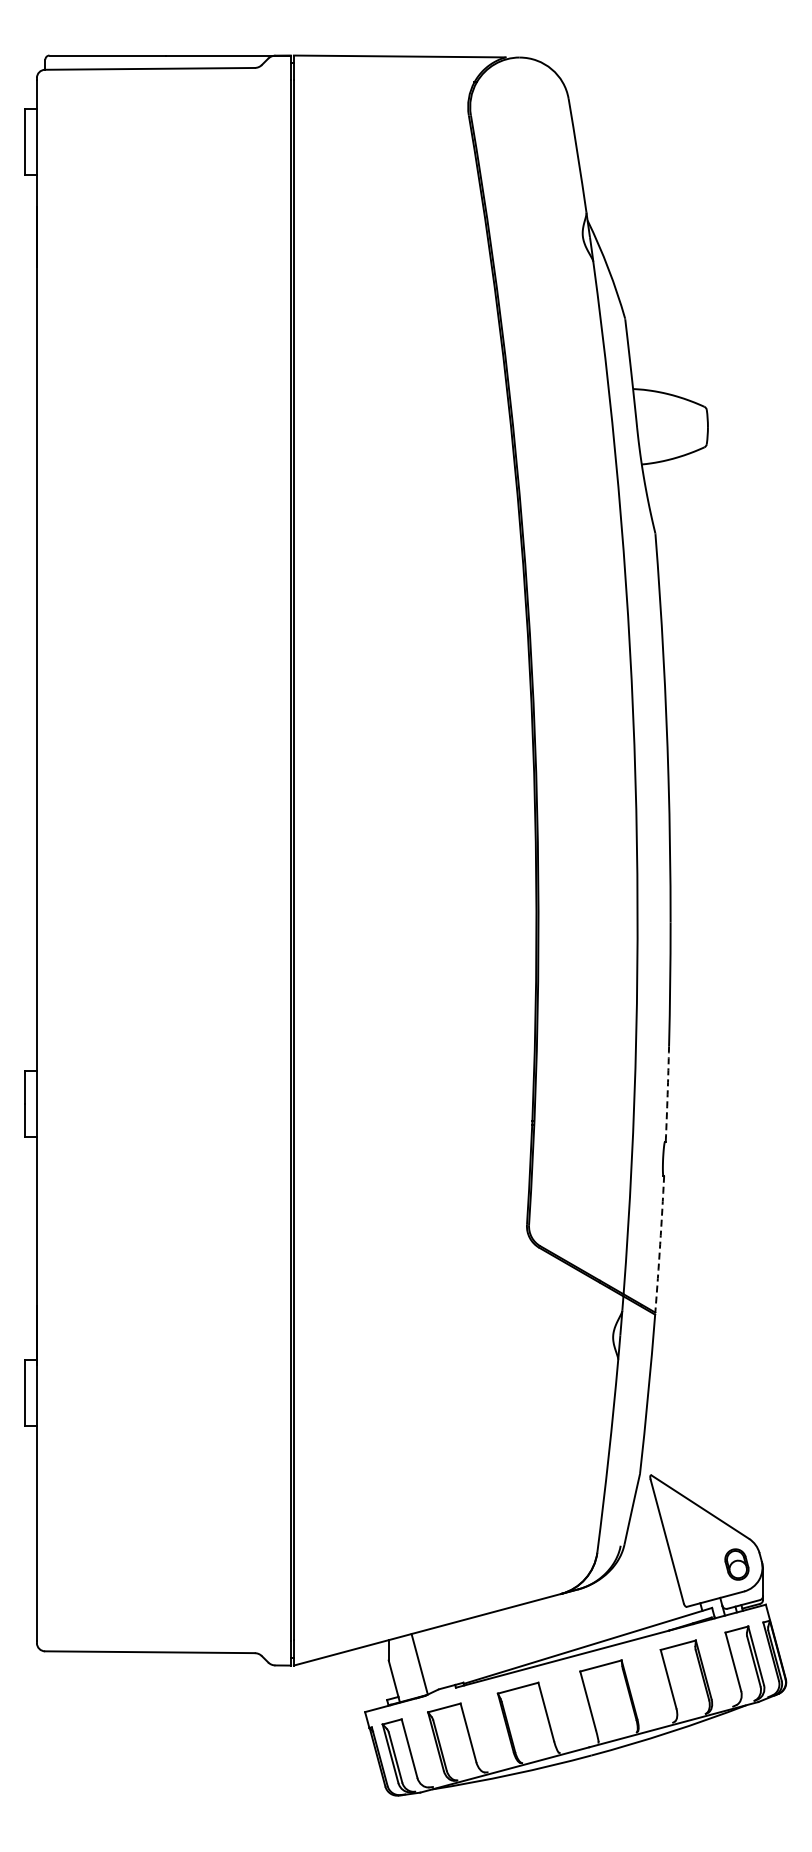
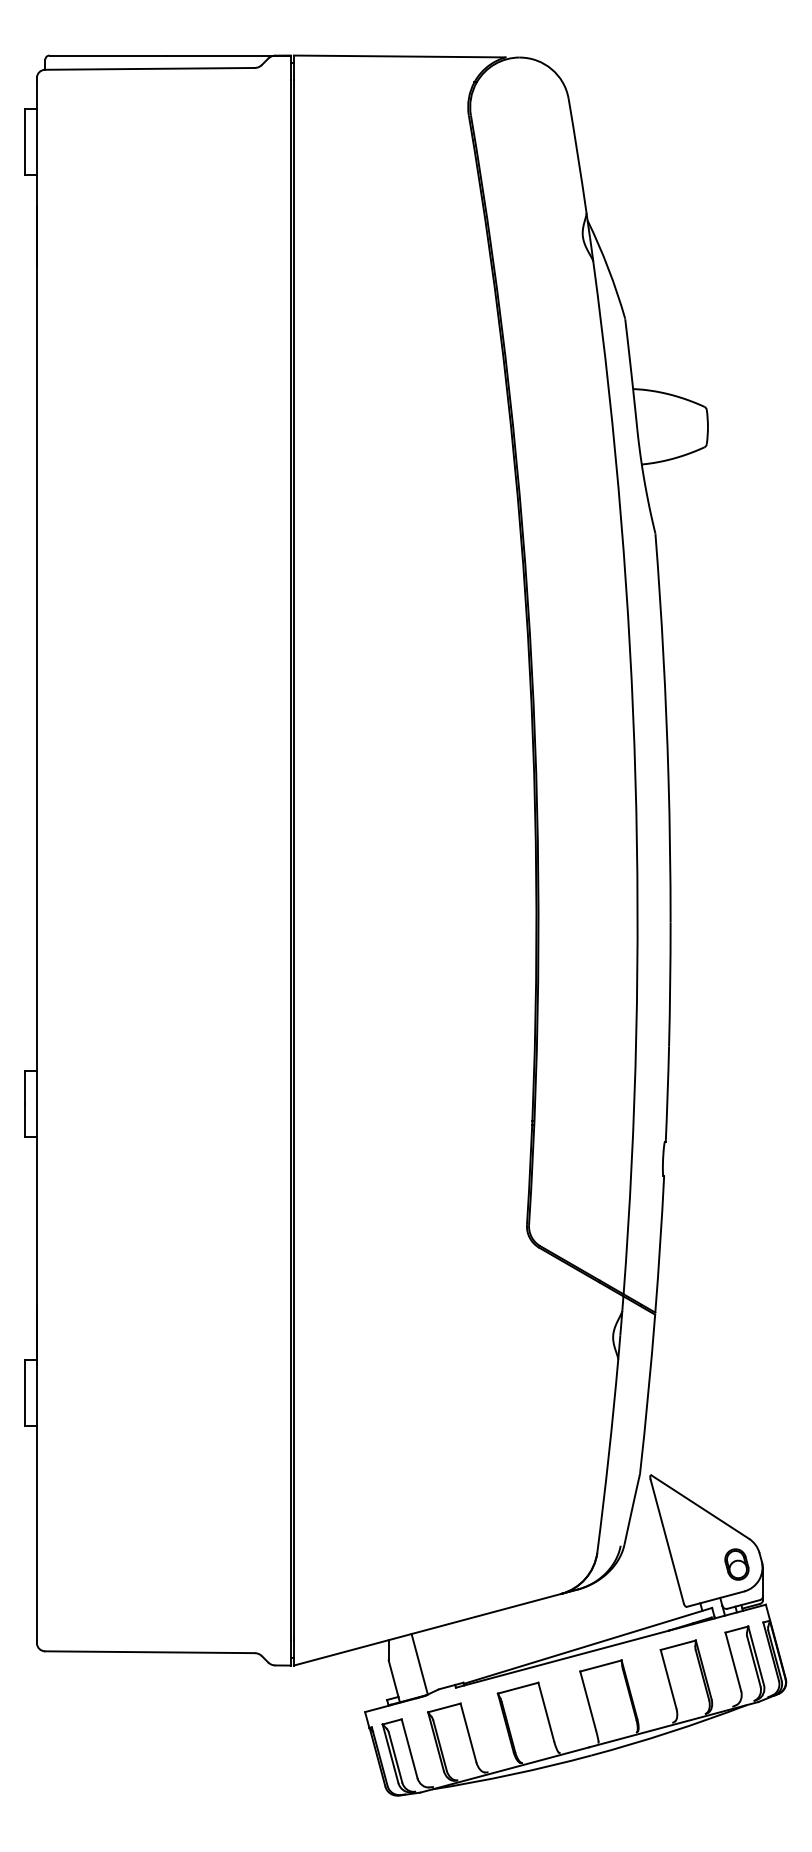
arc at (667, 1094): dashed -> solid
arc at (660, 1244): dashed -> solid
